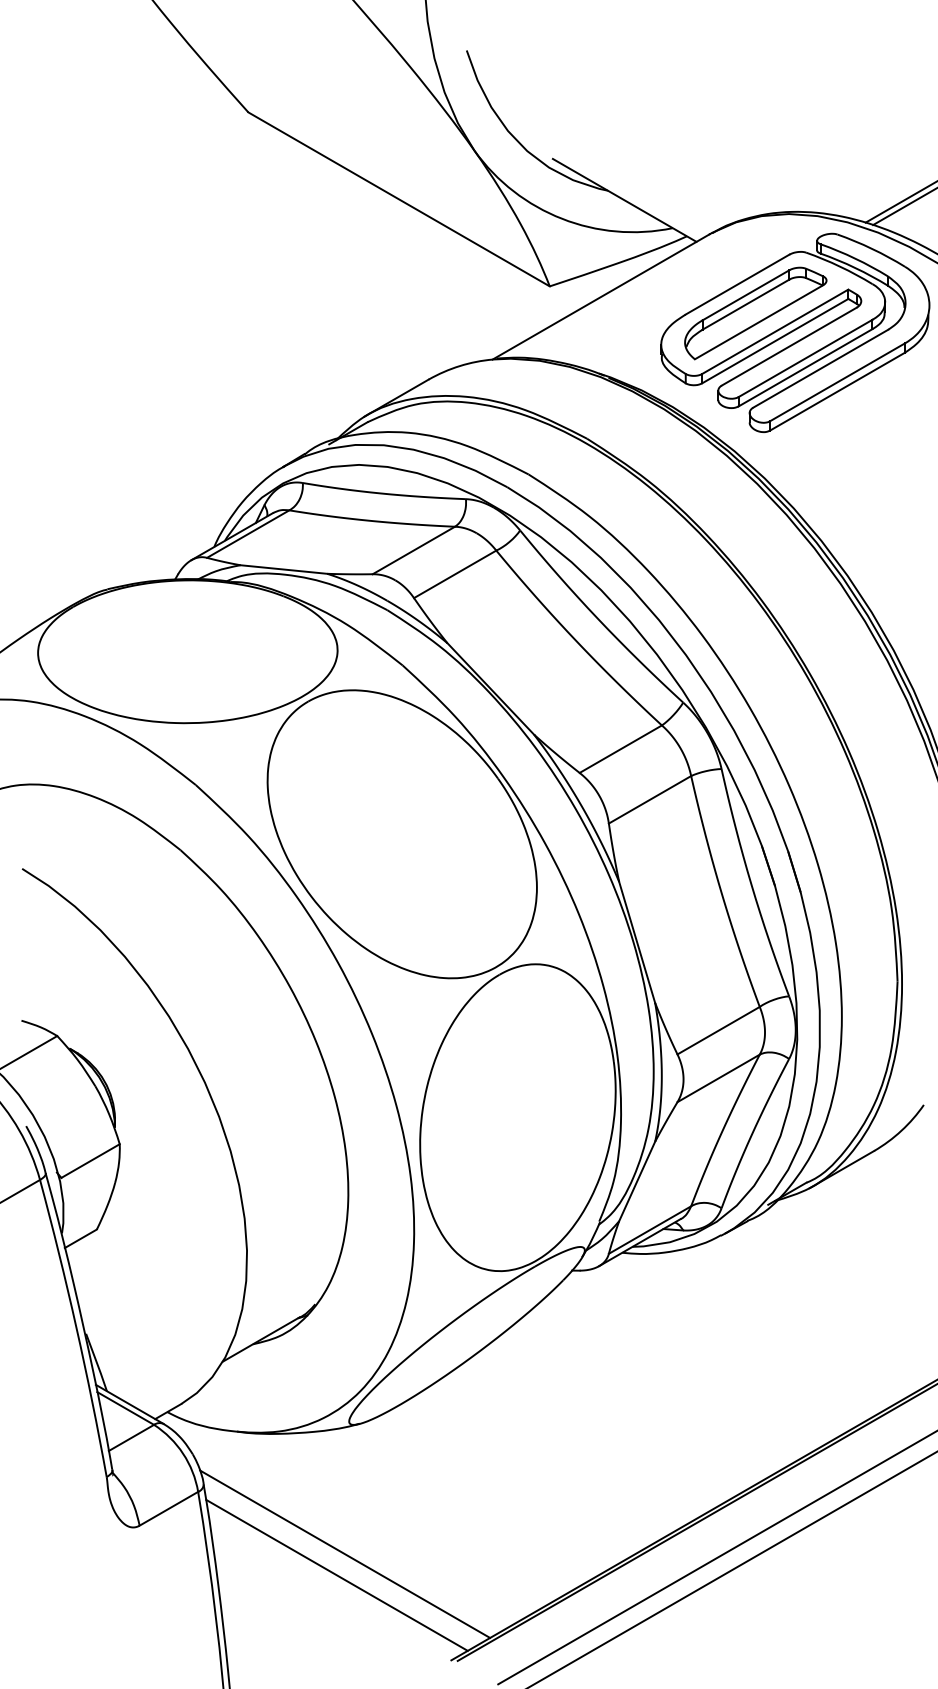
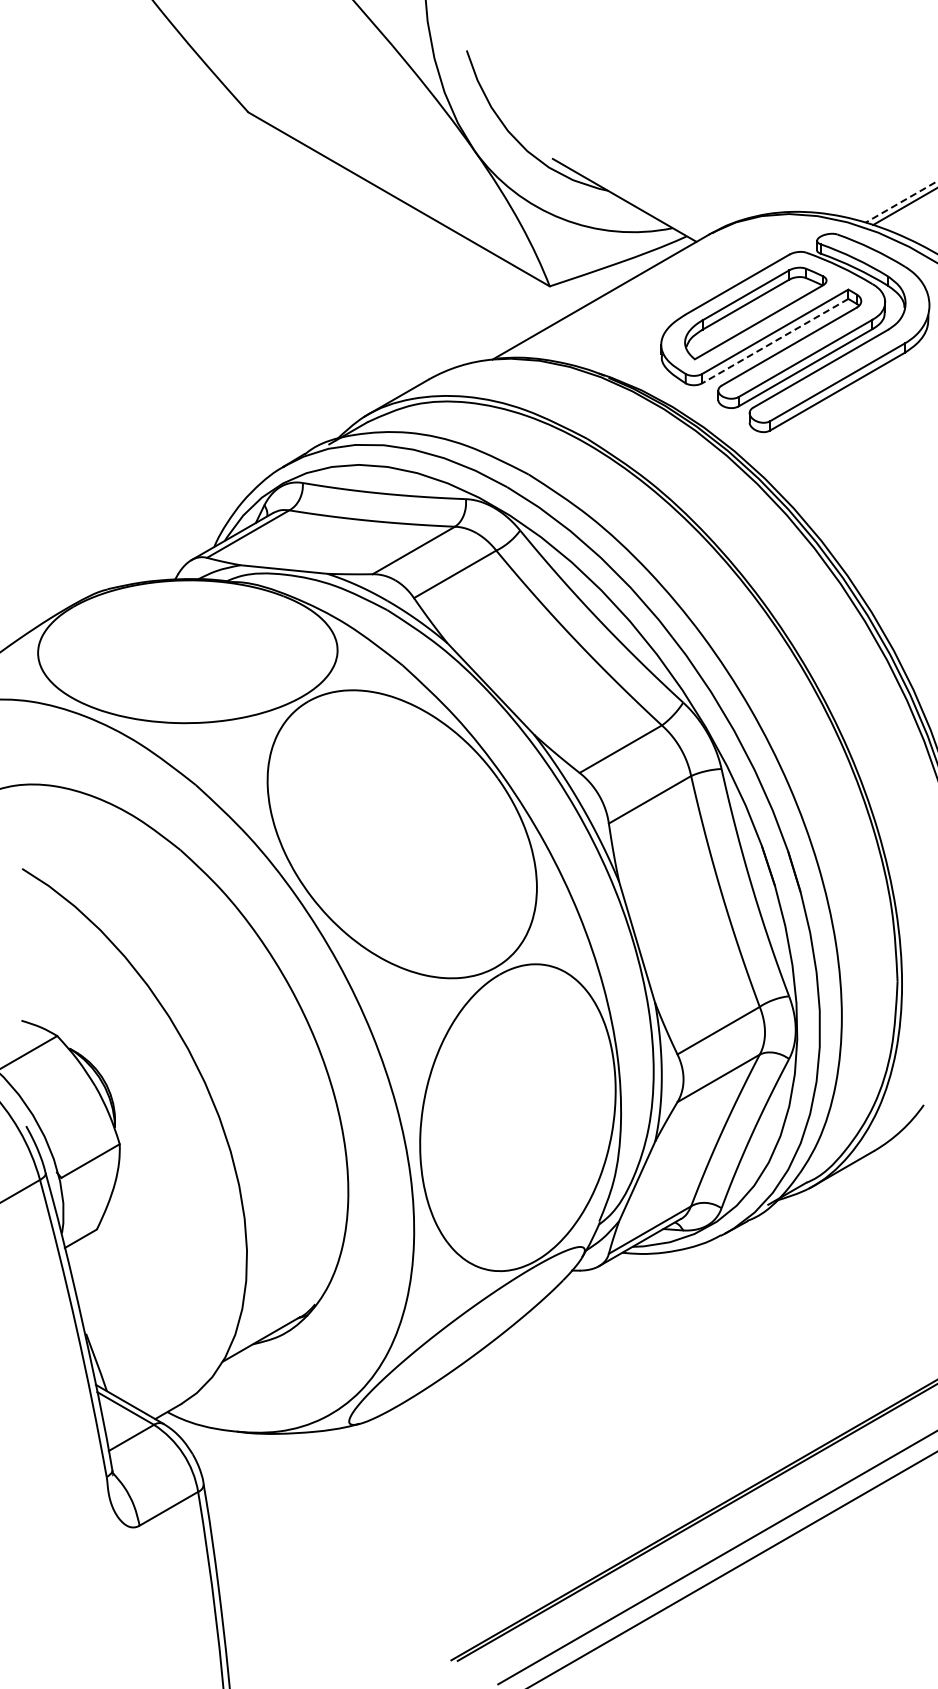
line at (901, 202): solid -> dashed
line at (774, 341): solid -> dashed
line at (345, 1553): present -> none
line at (336, 1574): present -> none
